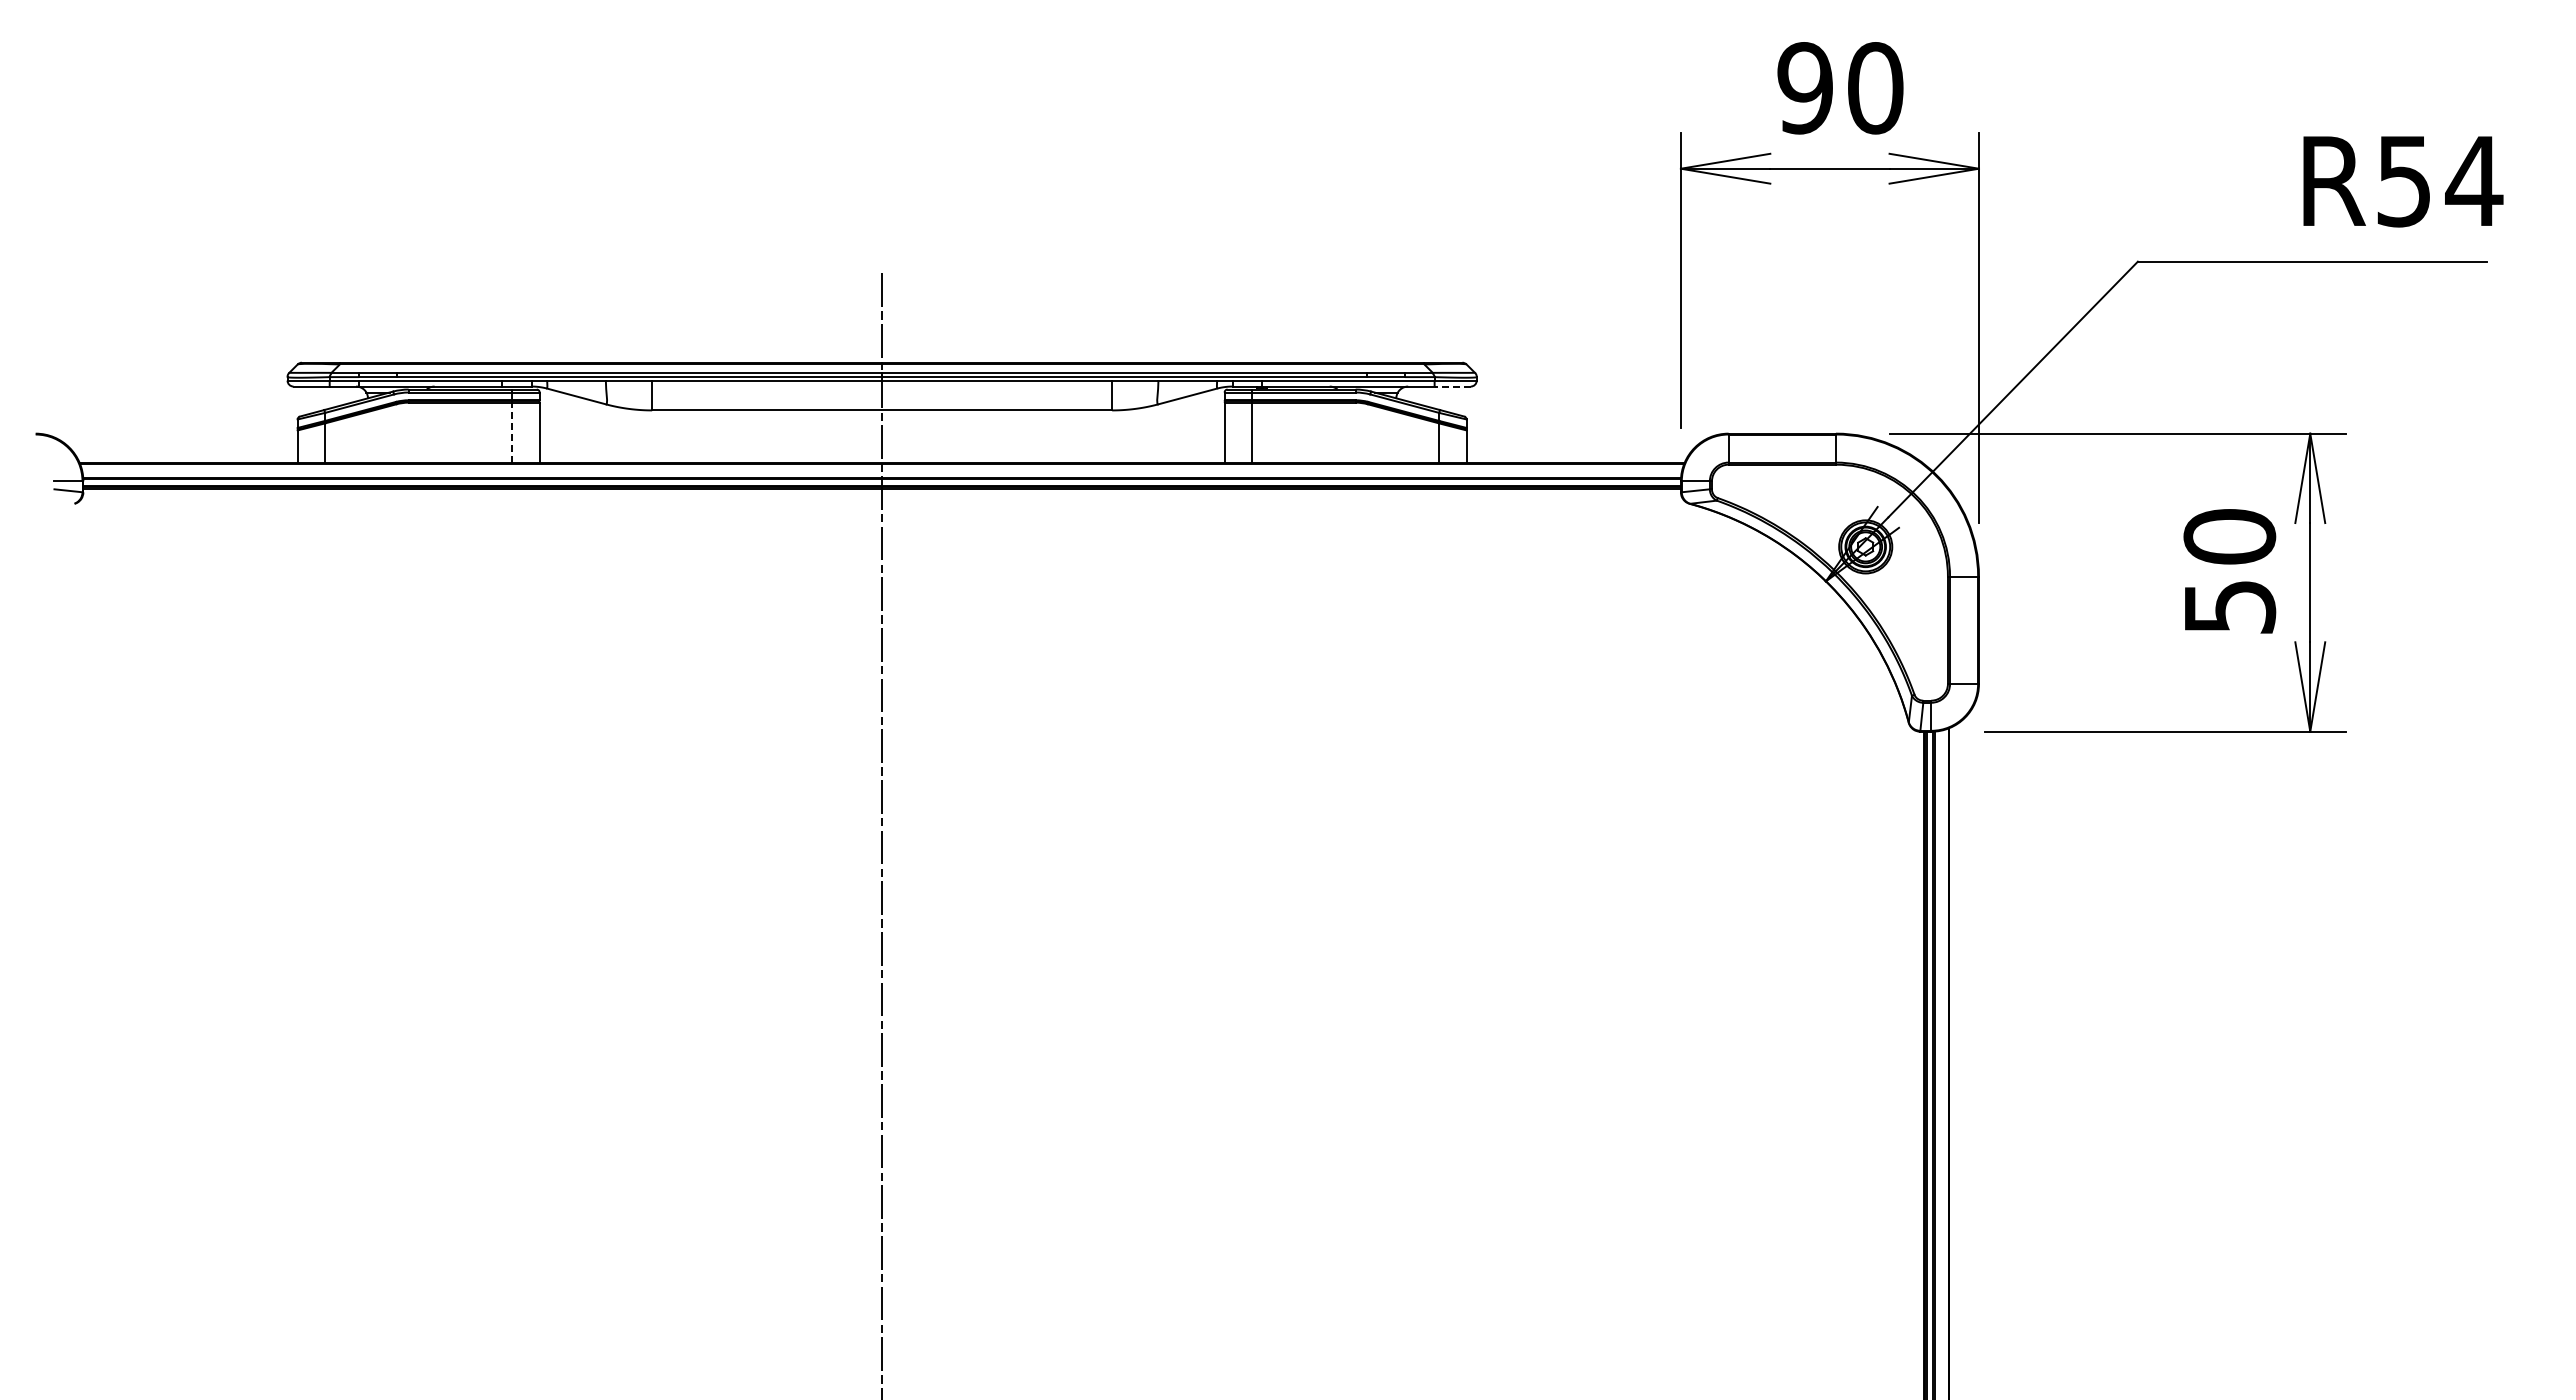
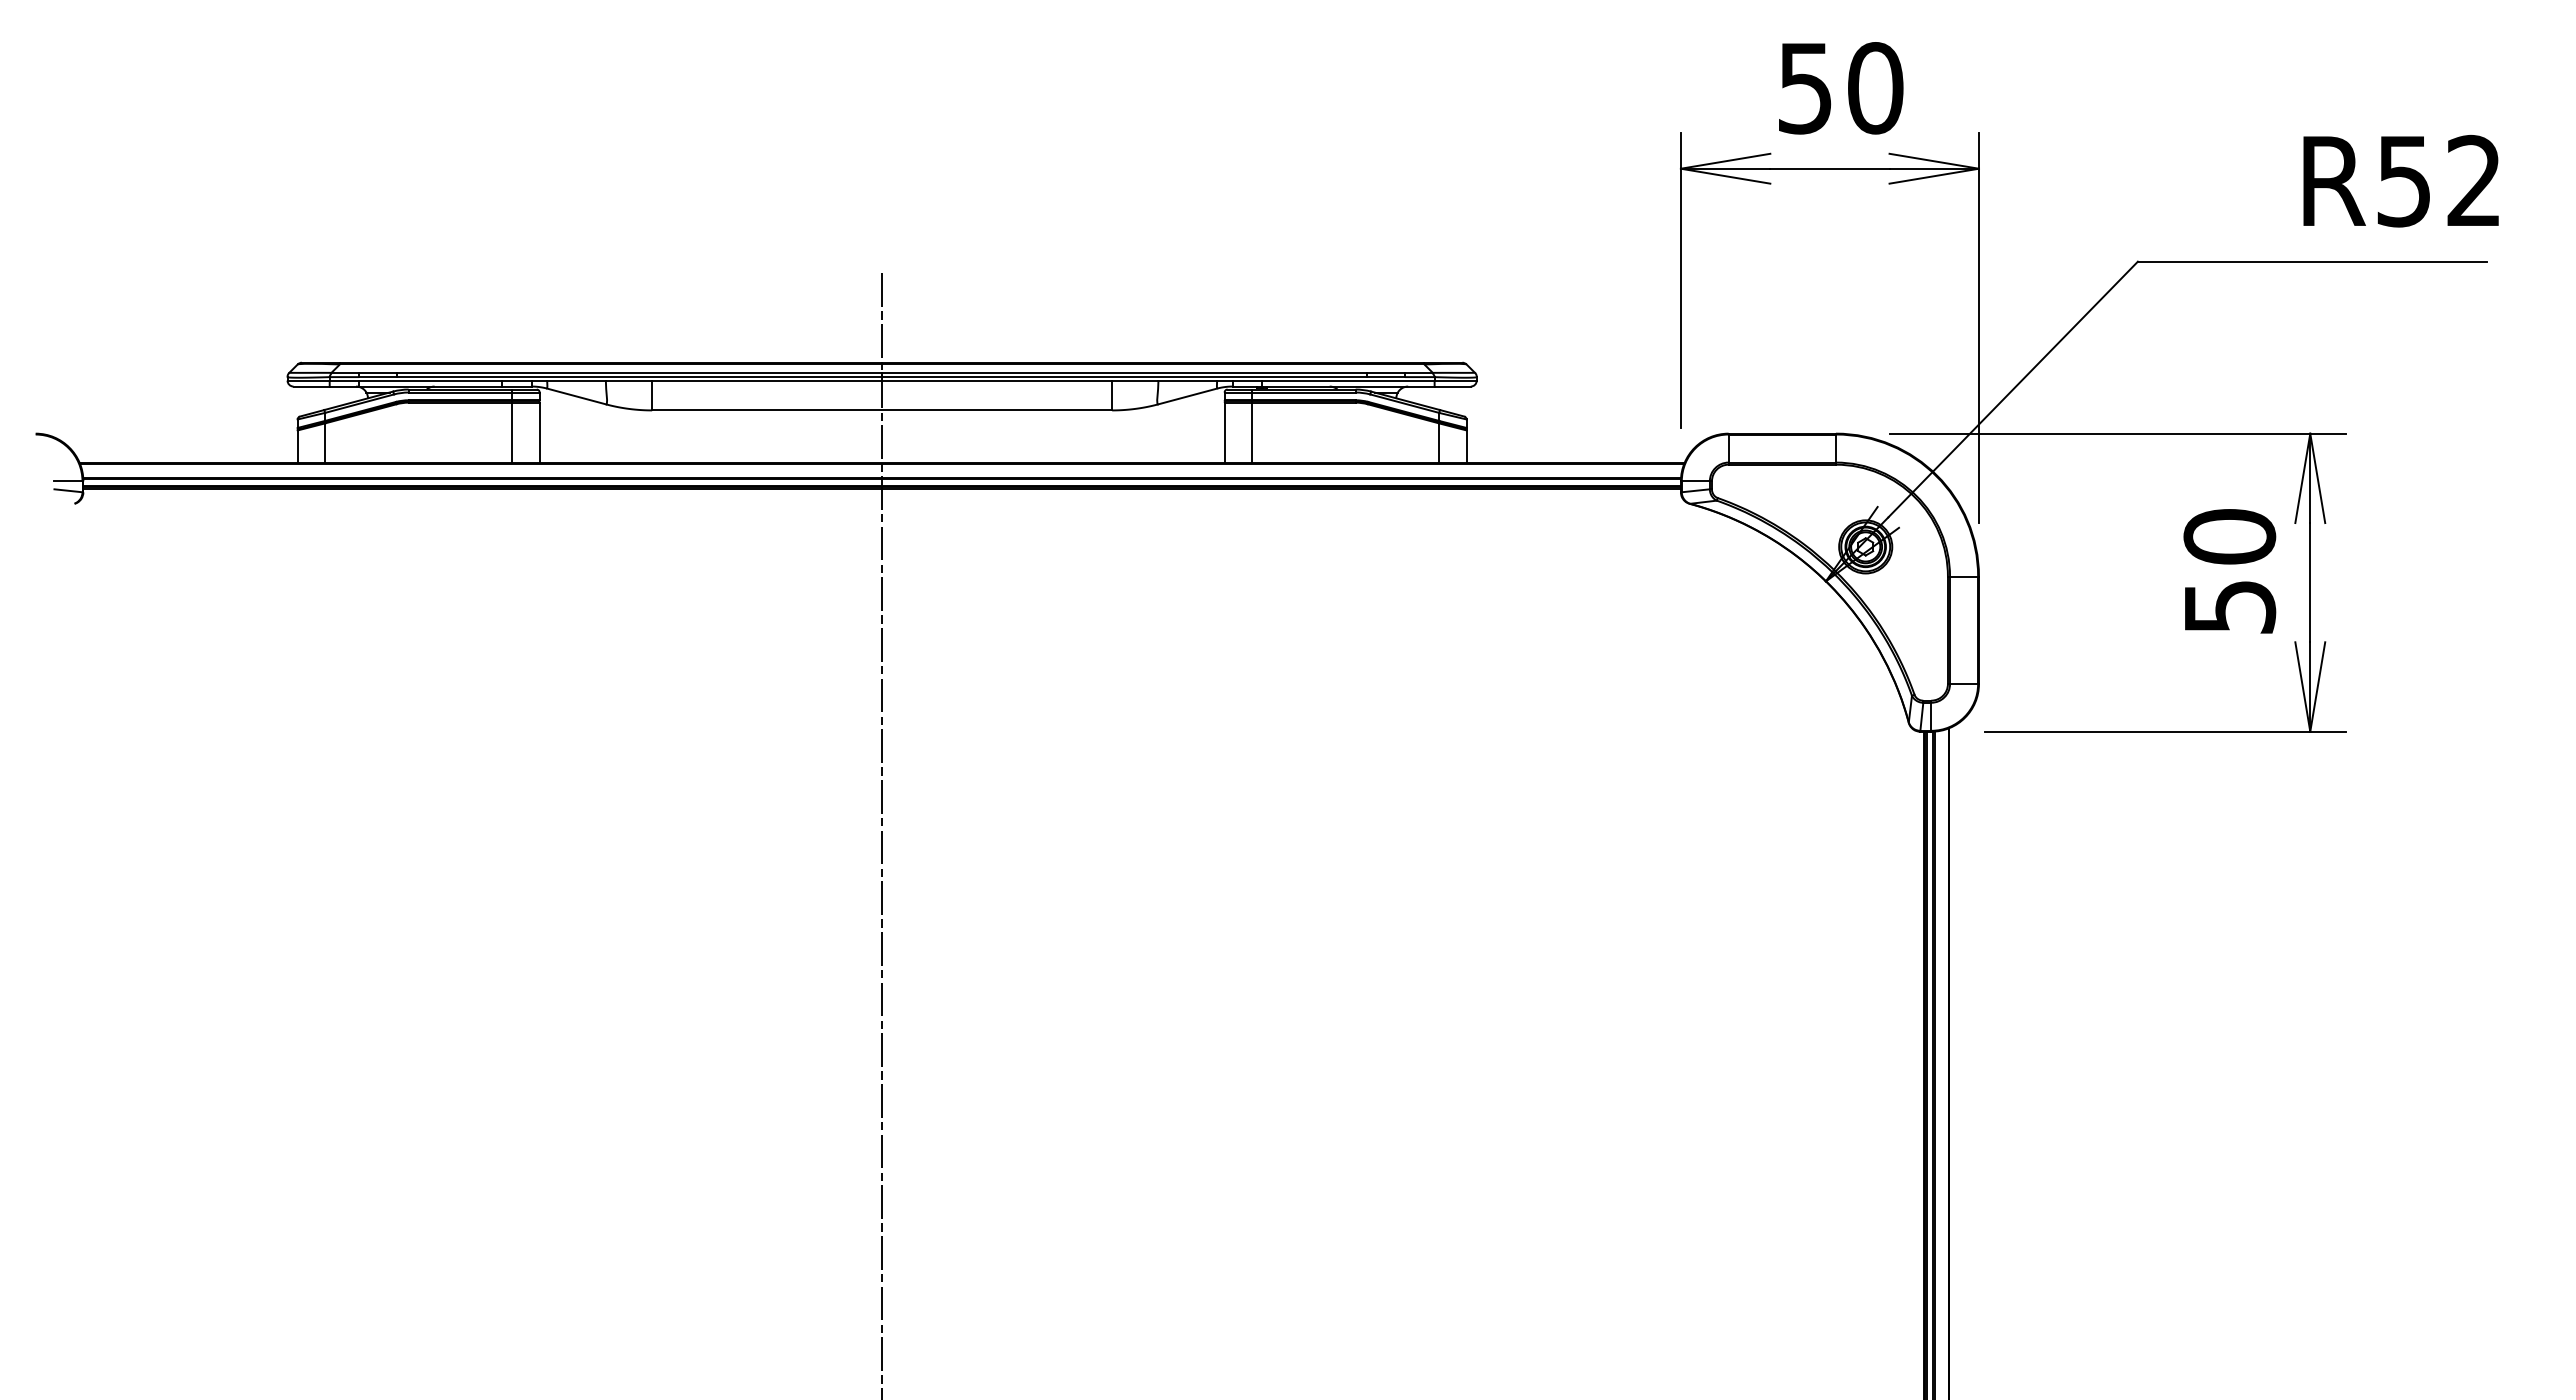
text at (1804, 88): 90 -> 50
text at (2474, 179): R54 -> R52
line at (1452, 386): dashed -> solid
line at (512, 432): dashed -> solid
